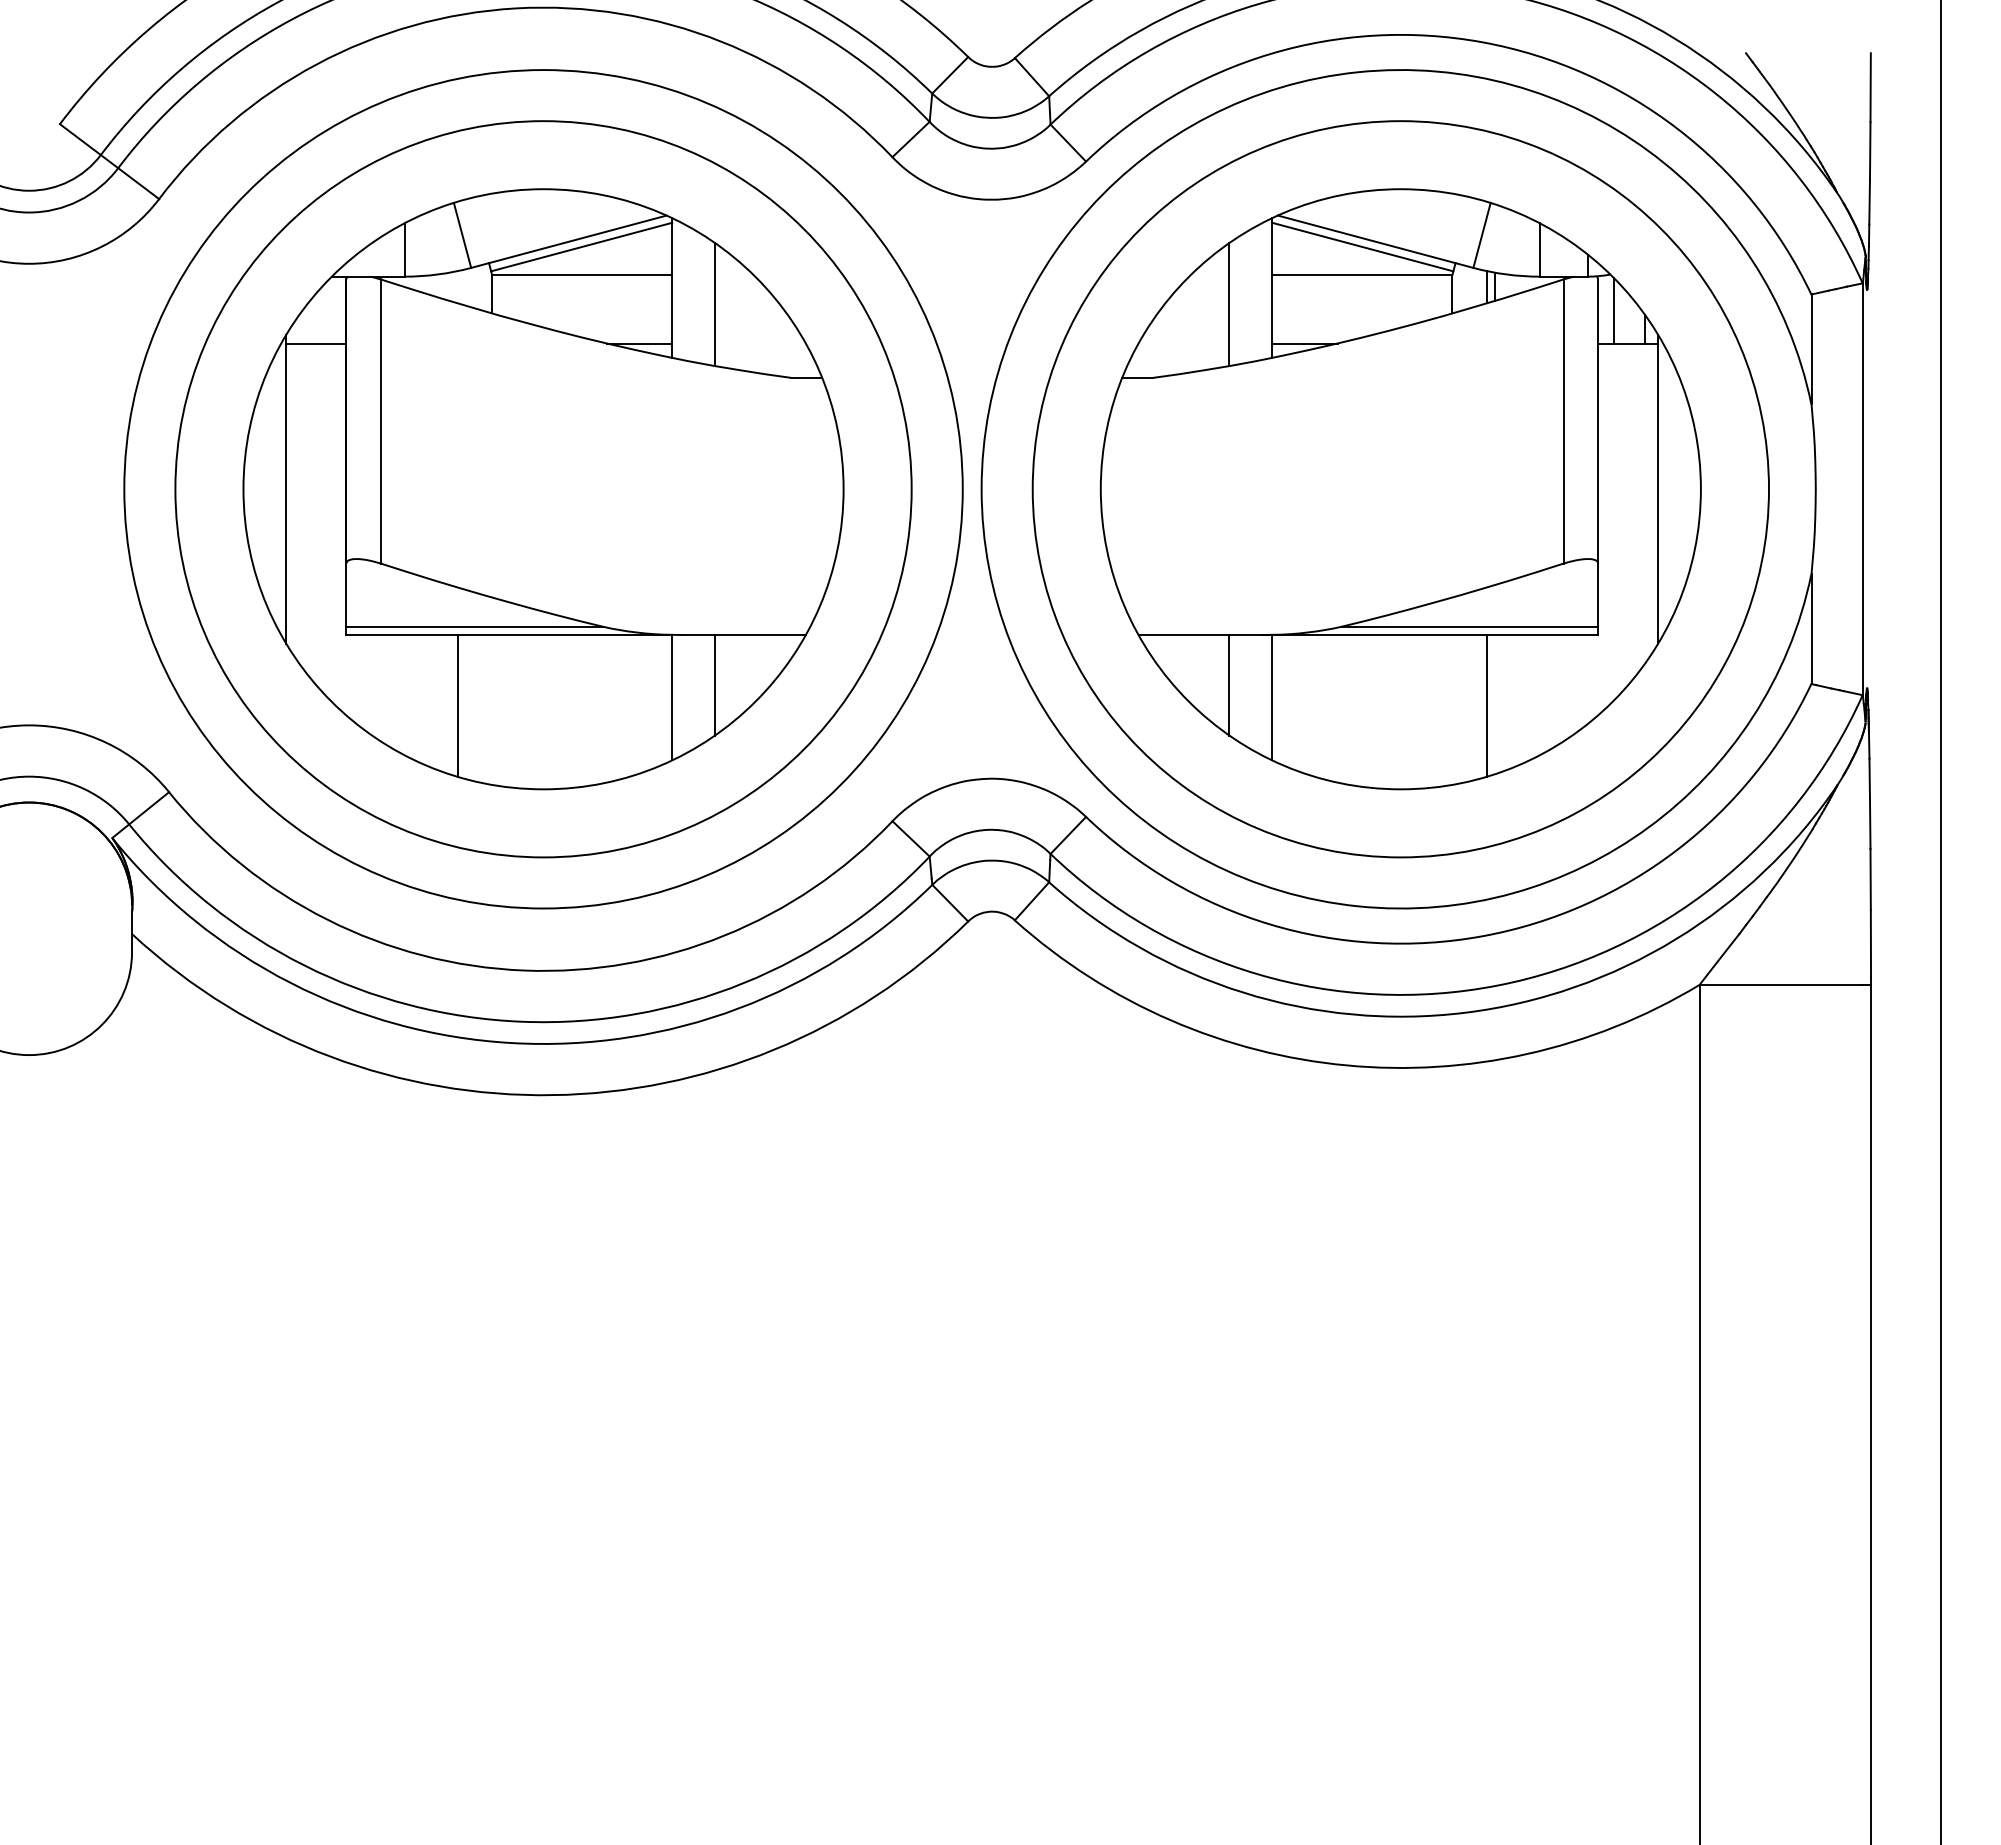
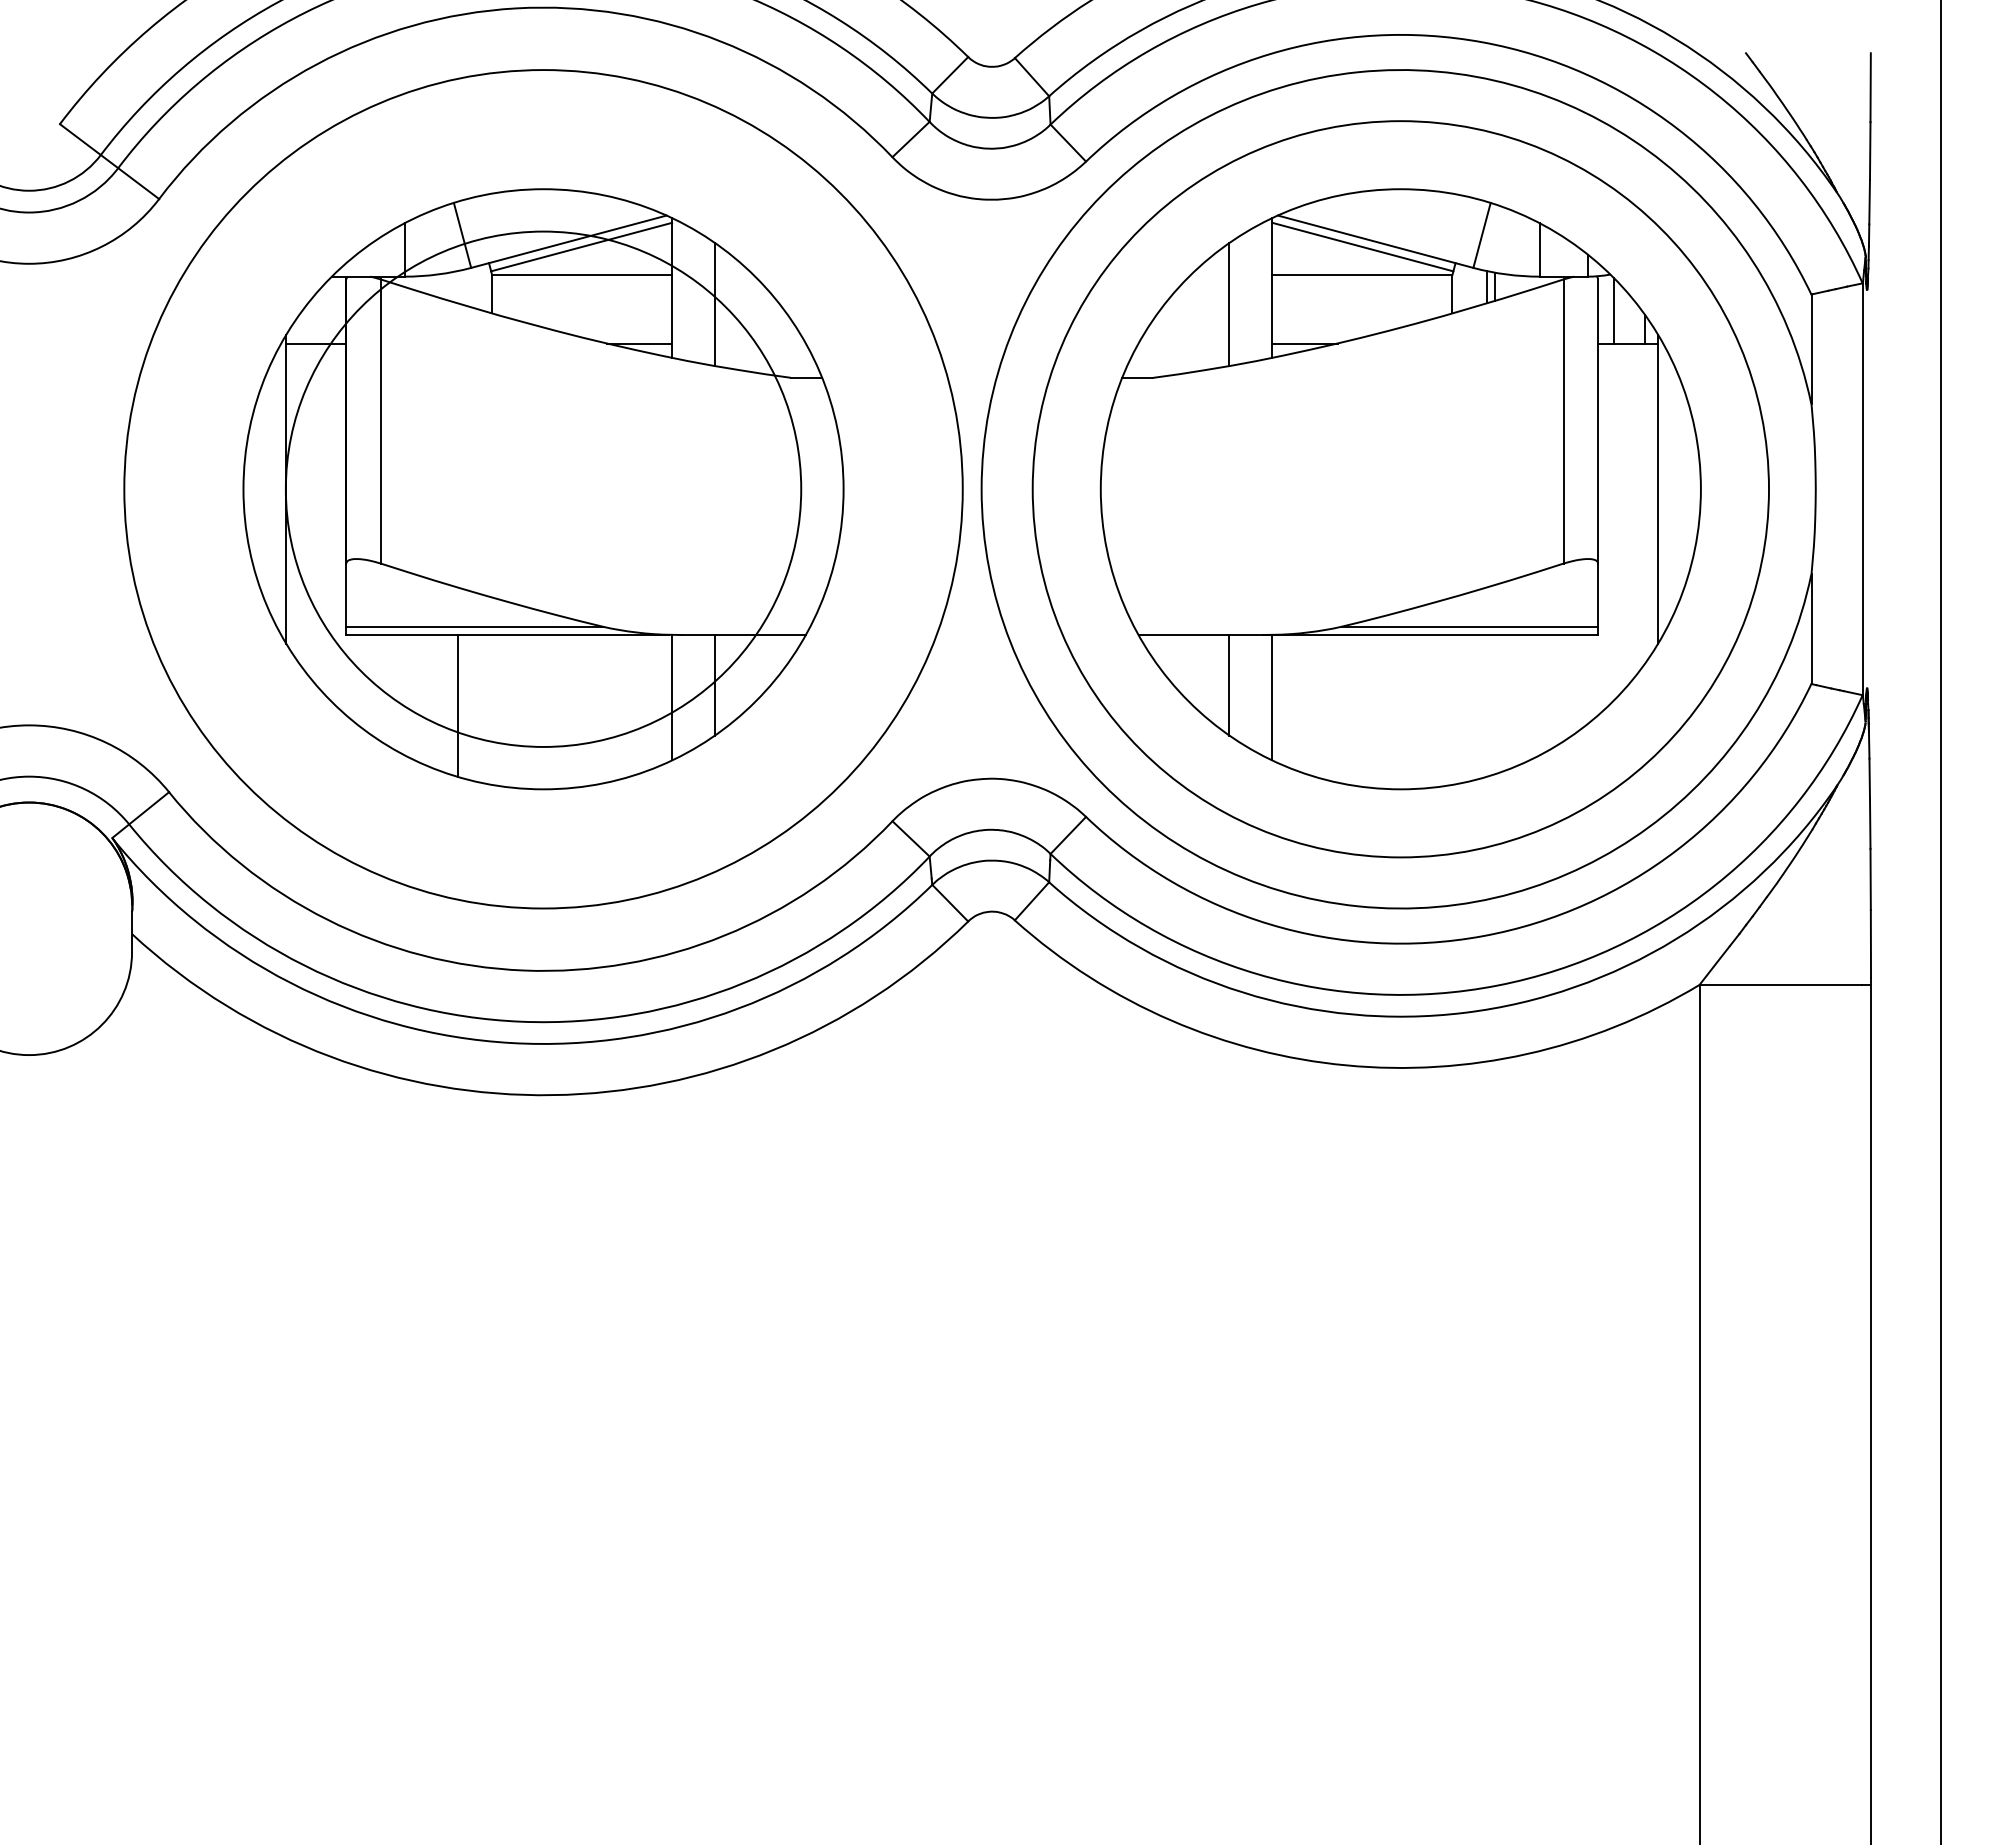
circle at (543, 489) diameter: 736 px -> 515 px
line at (1486, 705): present -> none
